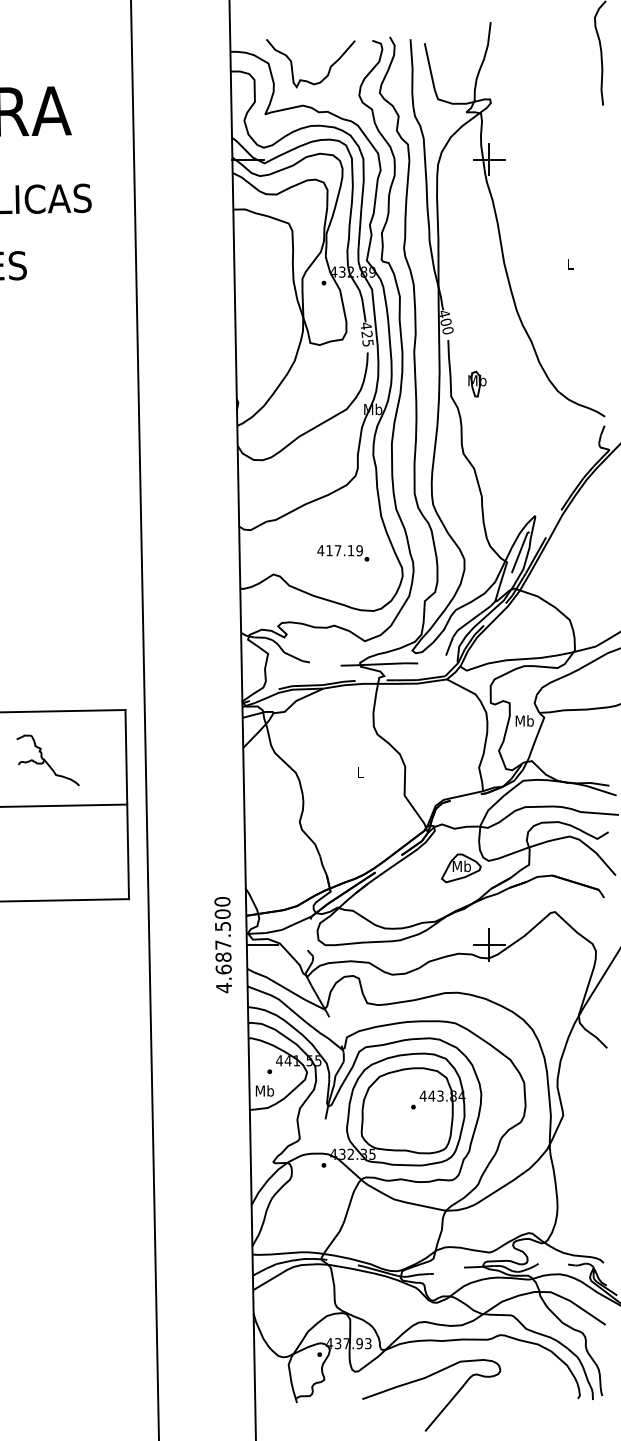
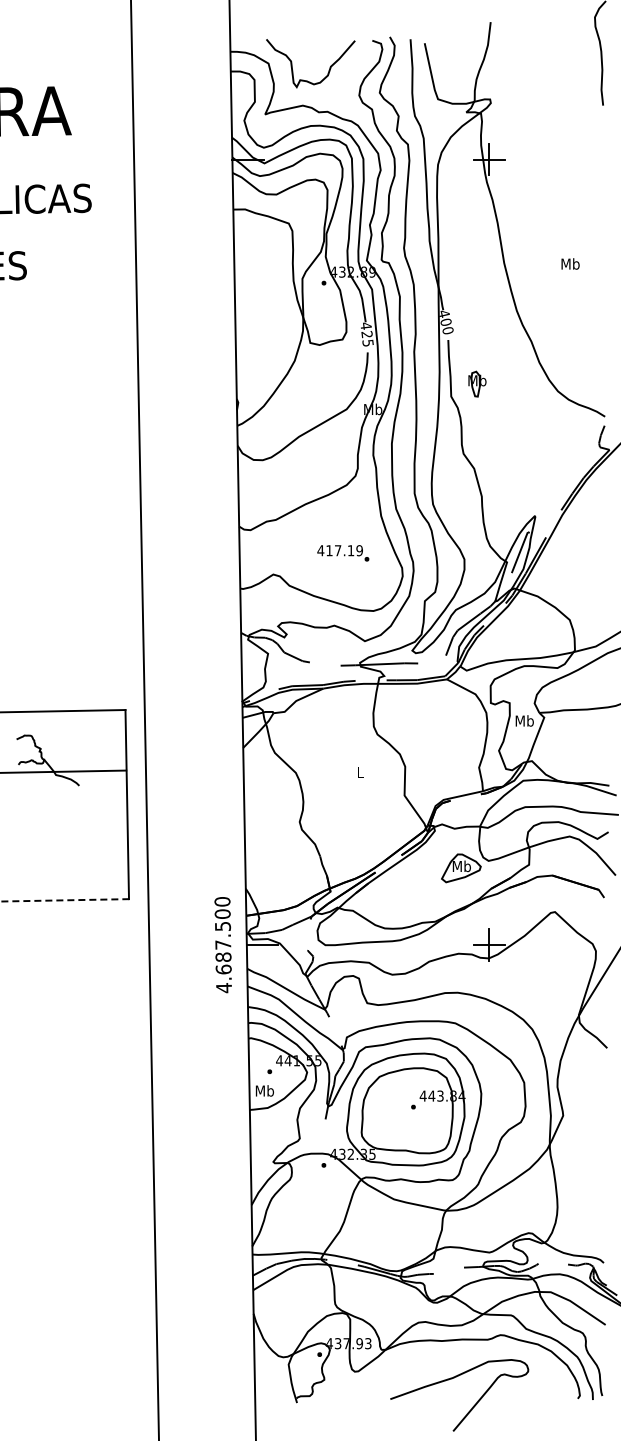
text at (570, 263): L -> Mb
line at (64, 805) position: (64, 805) -> (64, 771)
line at (65, 900): solid -> dashed
curve at (444, 1406) position: (444, 1406) -> (472, 1406)
